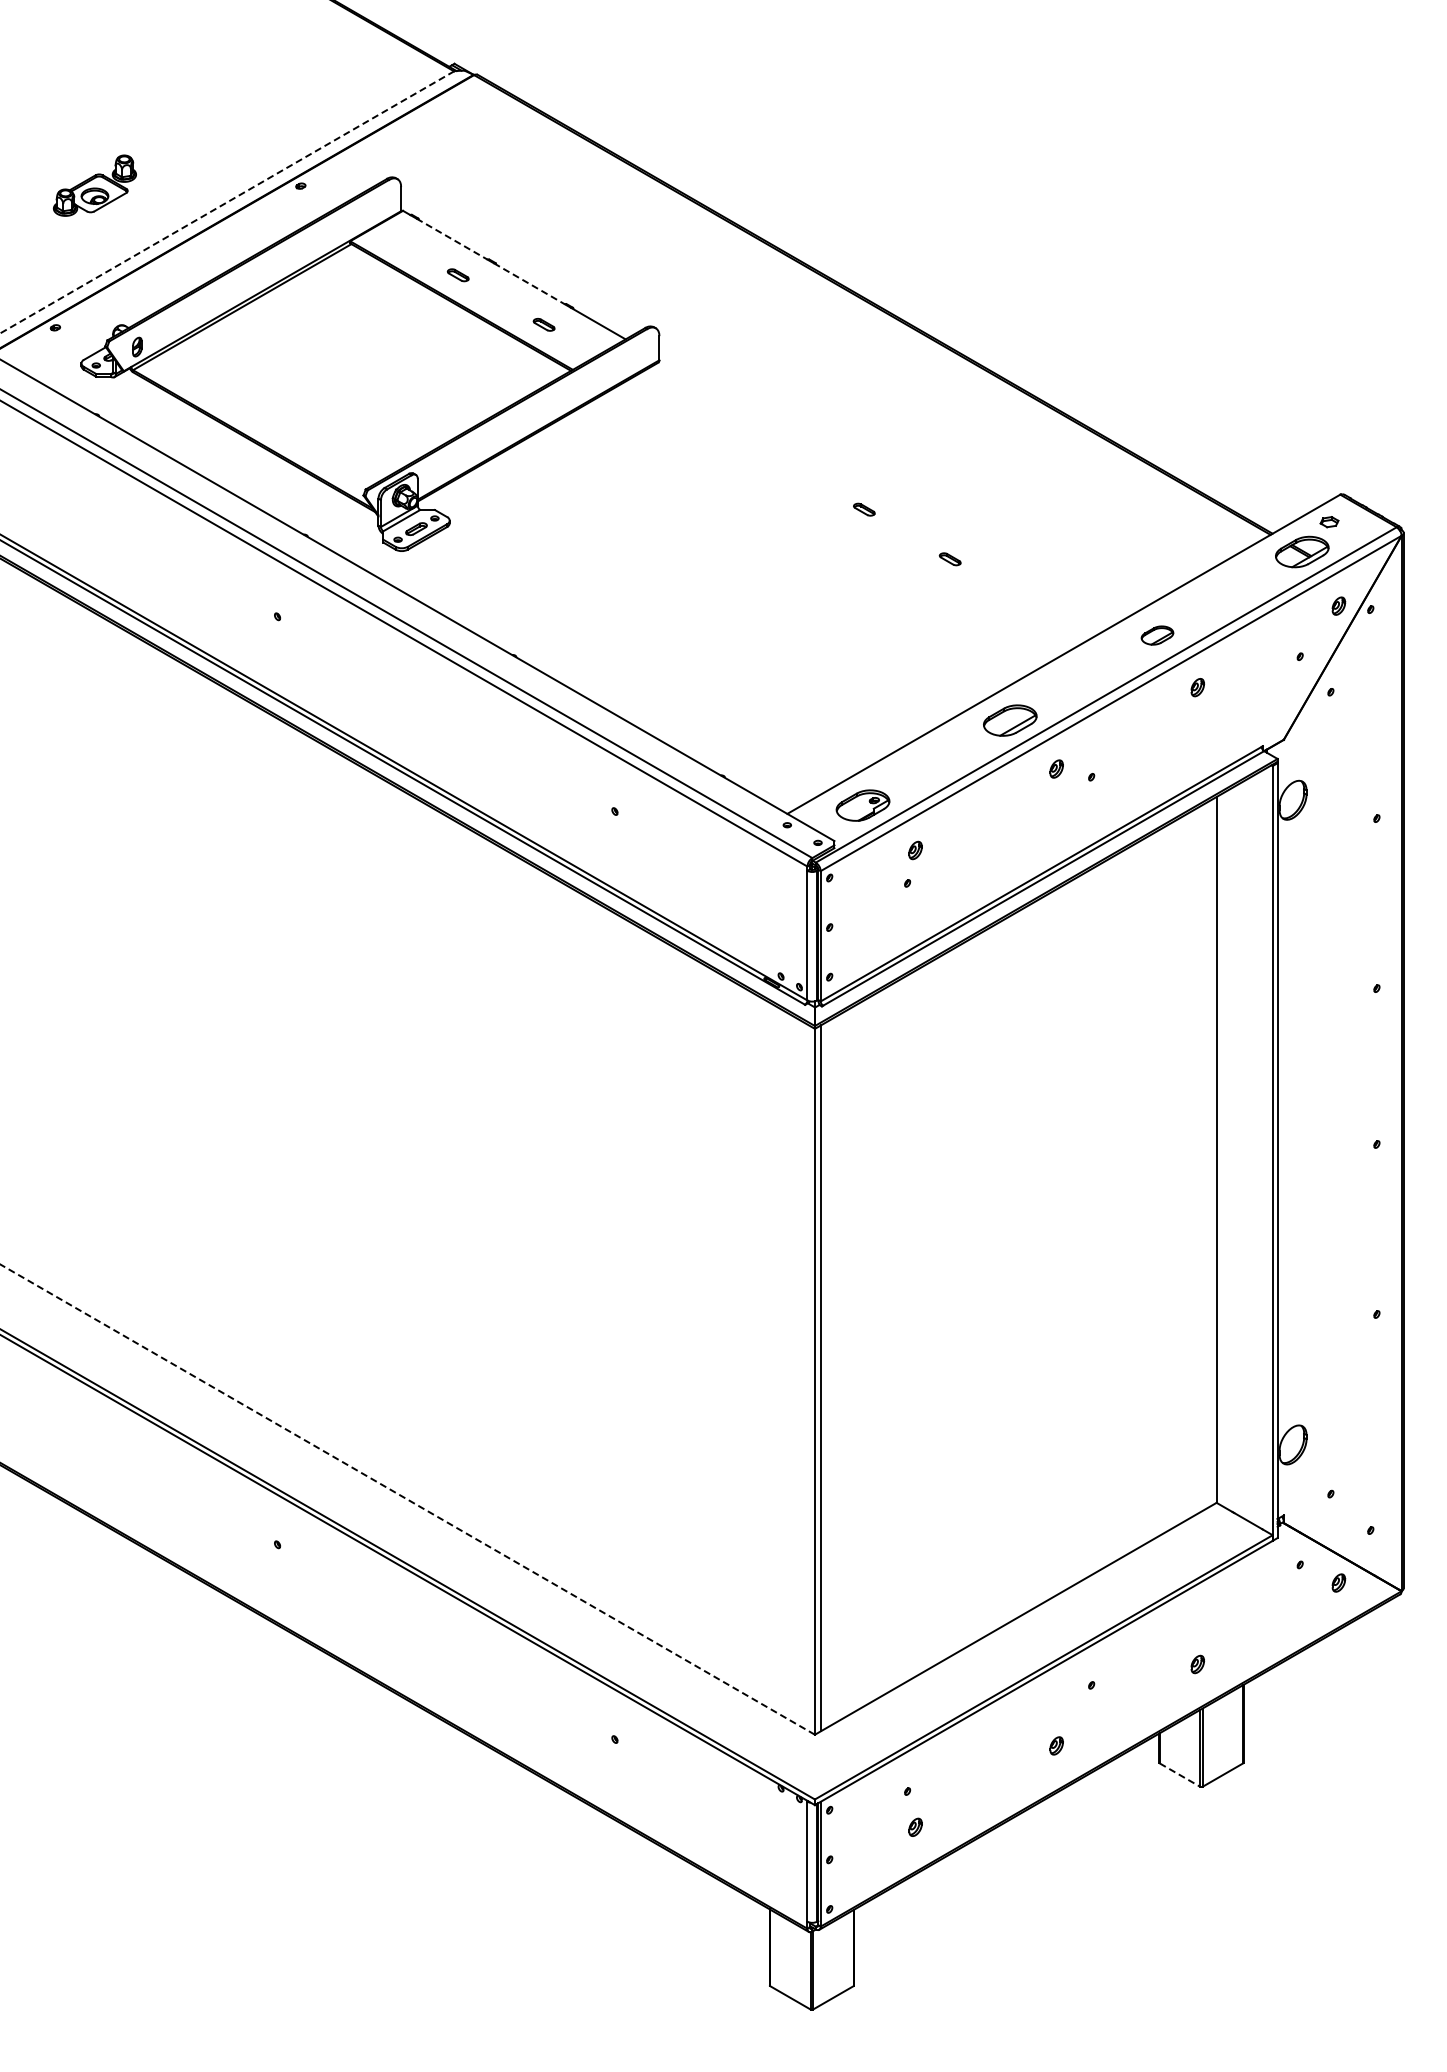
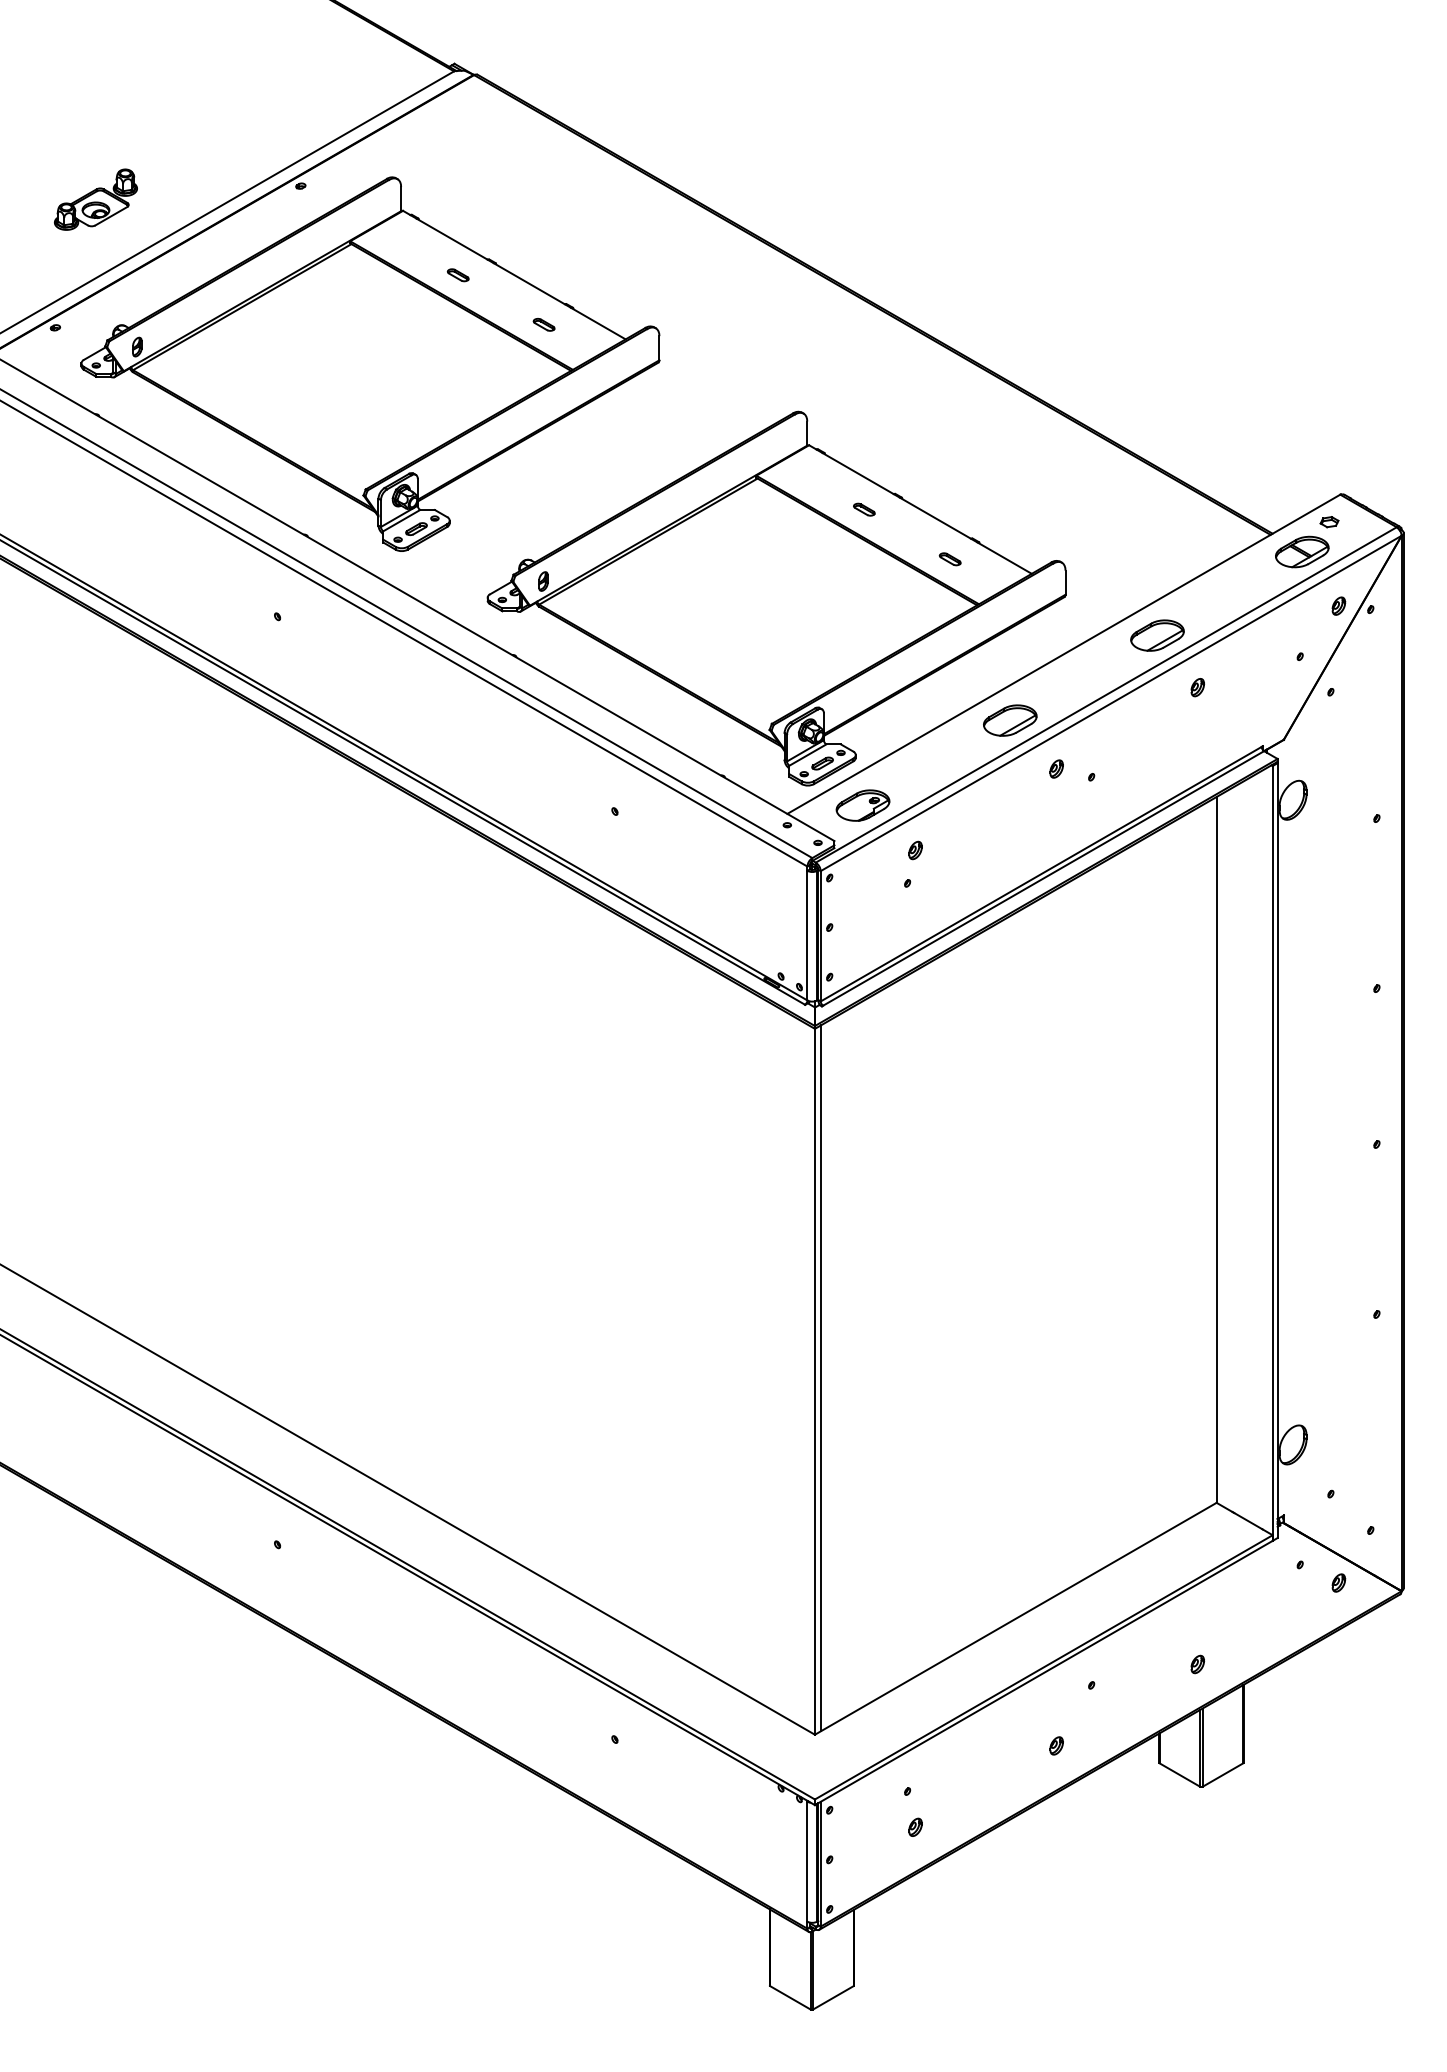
part at (94, 185) position: (94, 185) -> (95, 199)
line at (227, 202): dashed -> solid
line at (452, 239): dashed -> solid
line at (529, 284): dashed -> solid
part at (776, 598): none -> present
part at (1157, 635) size: 35x21 px -> 55x33 px
line at (407, 1499): dashed -> solid
line at (1180, 1775): dashed -> solid
